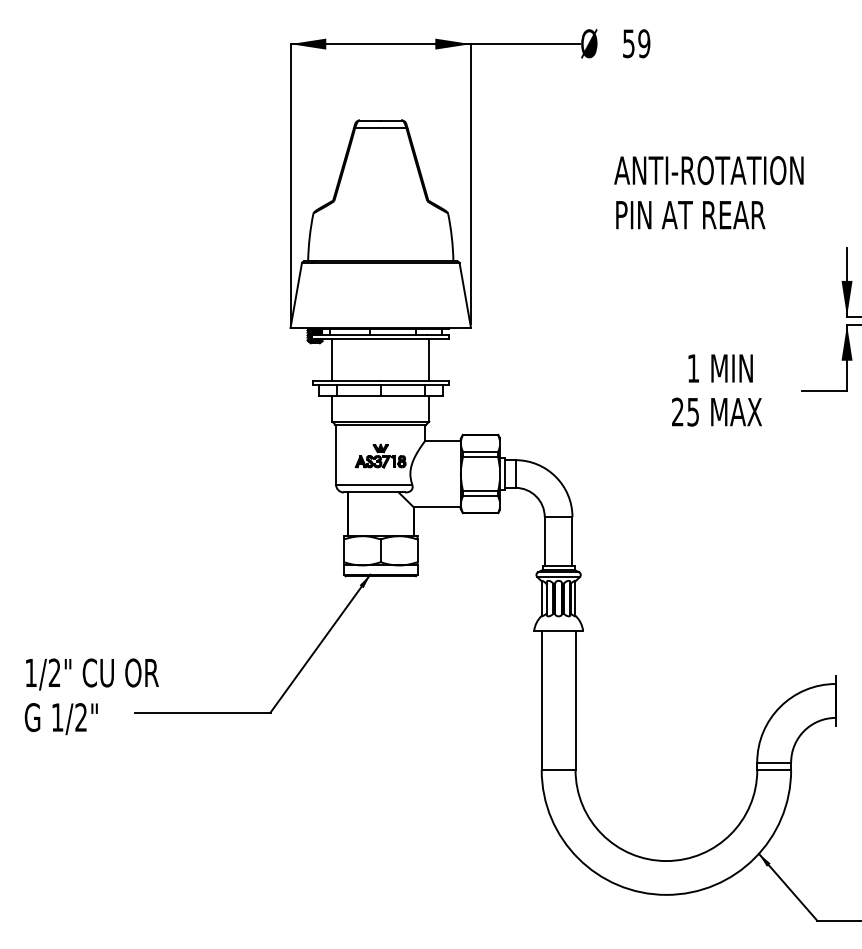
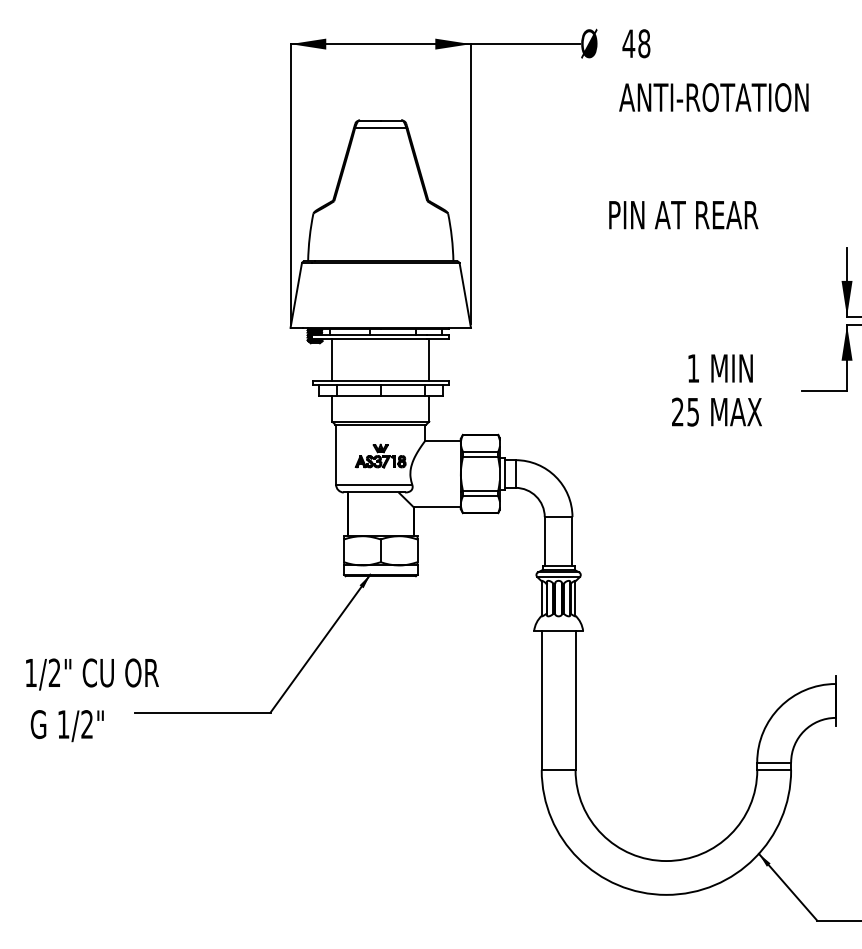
text at (636, 43): 59 -> 48
text at (708, 170) position: (708, 170) -> (713, 97)
text at (690, 215) position: (690, 215) -> (683, 215)
text at (60, 719) position: (60, 719) -> (66, 726)
